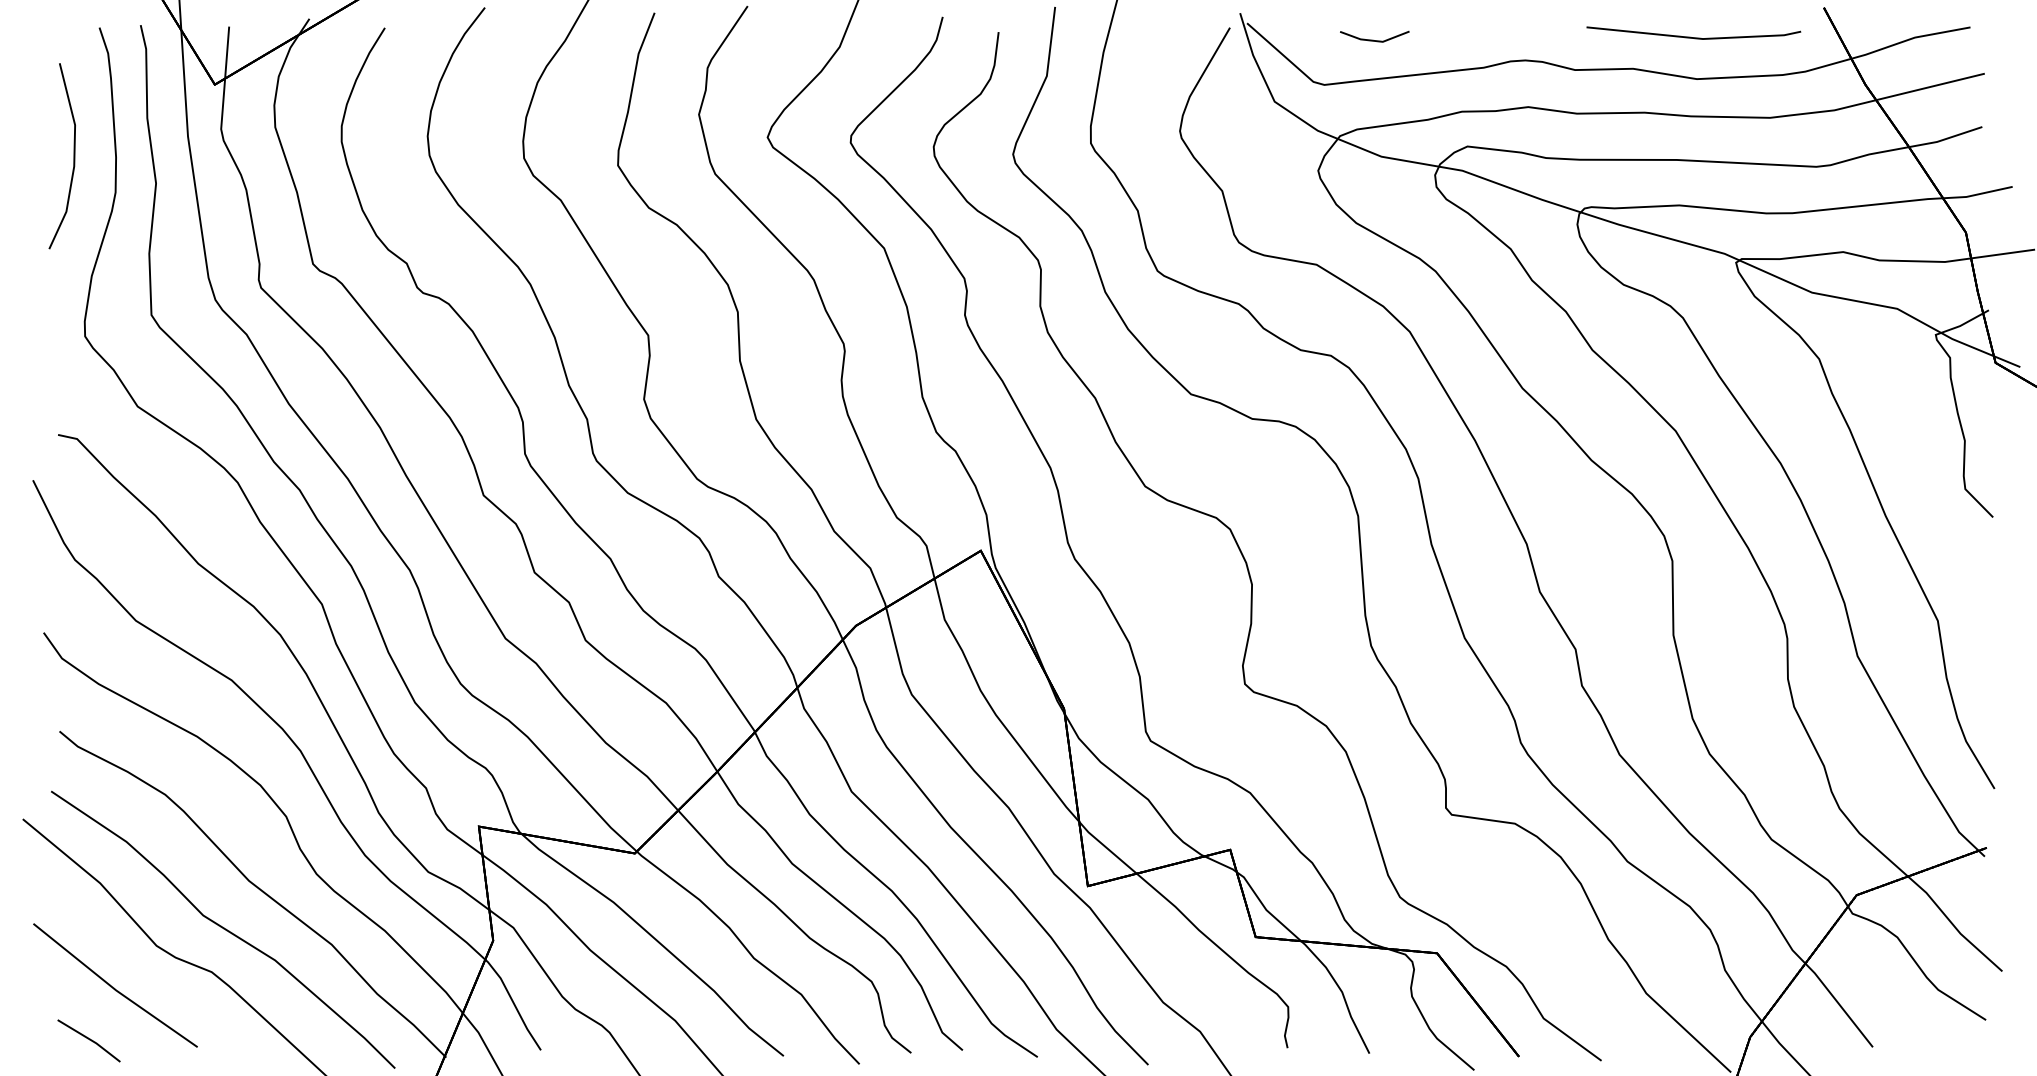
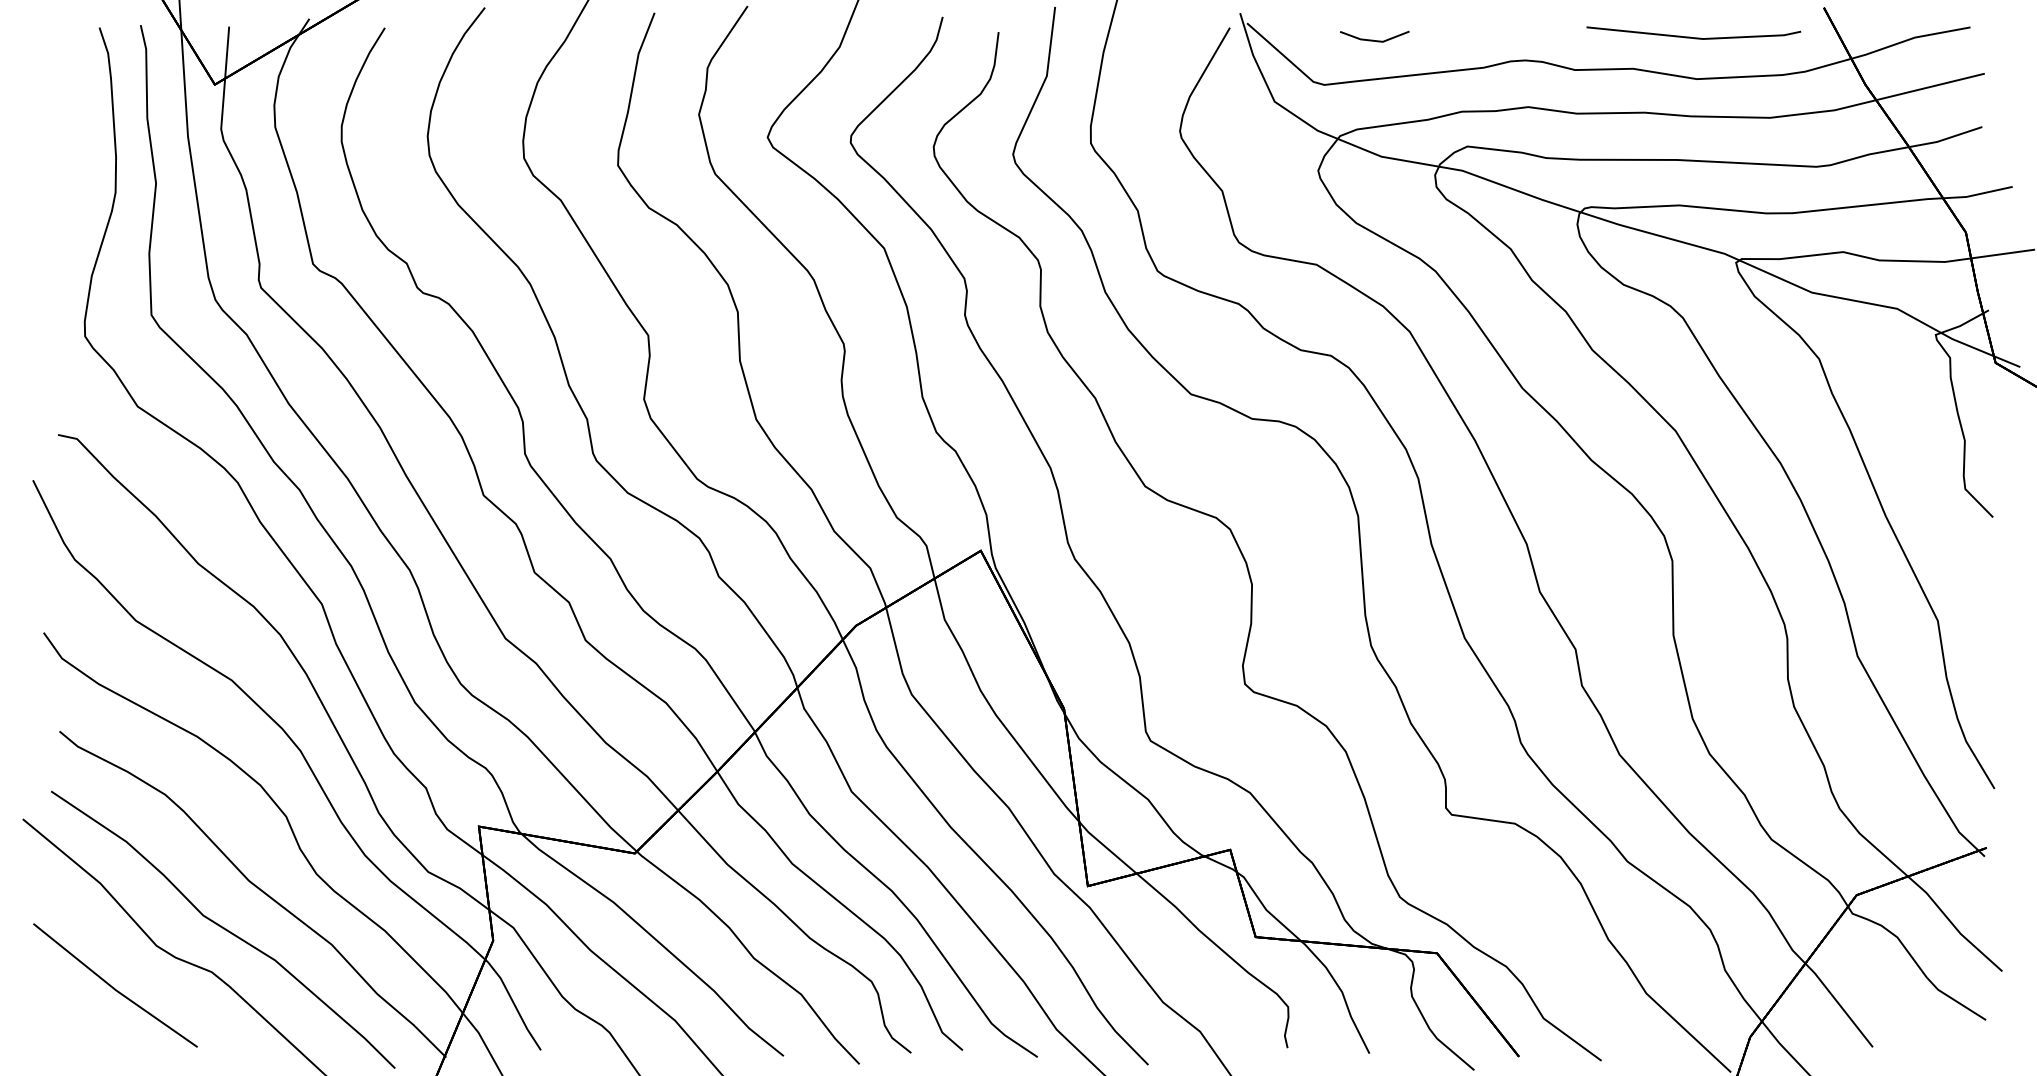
line at (73, 156): present -> none
part at (88, 1040): present -> none
